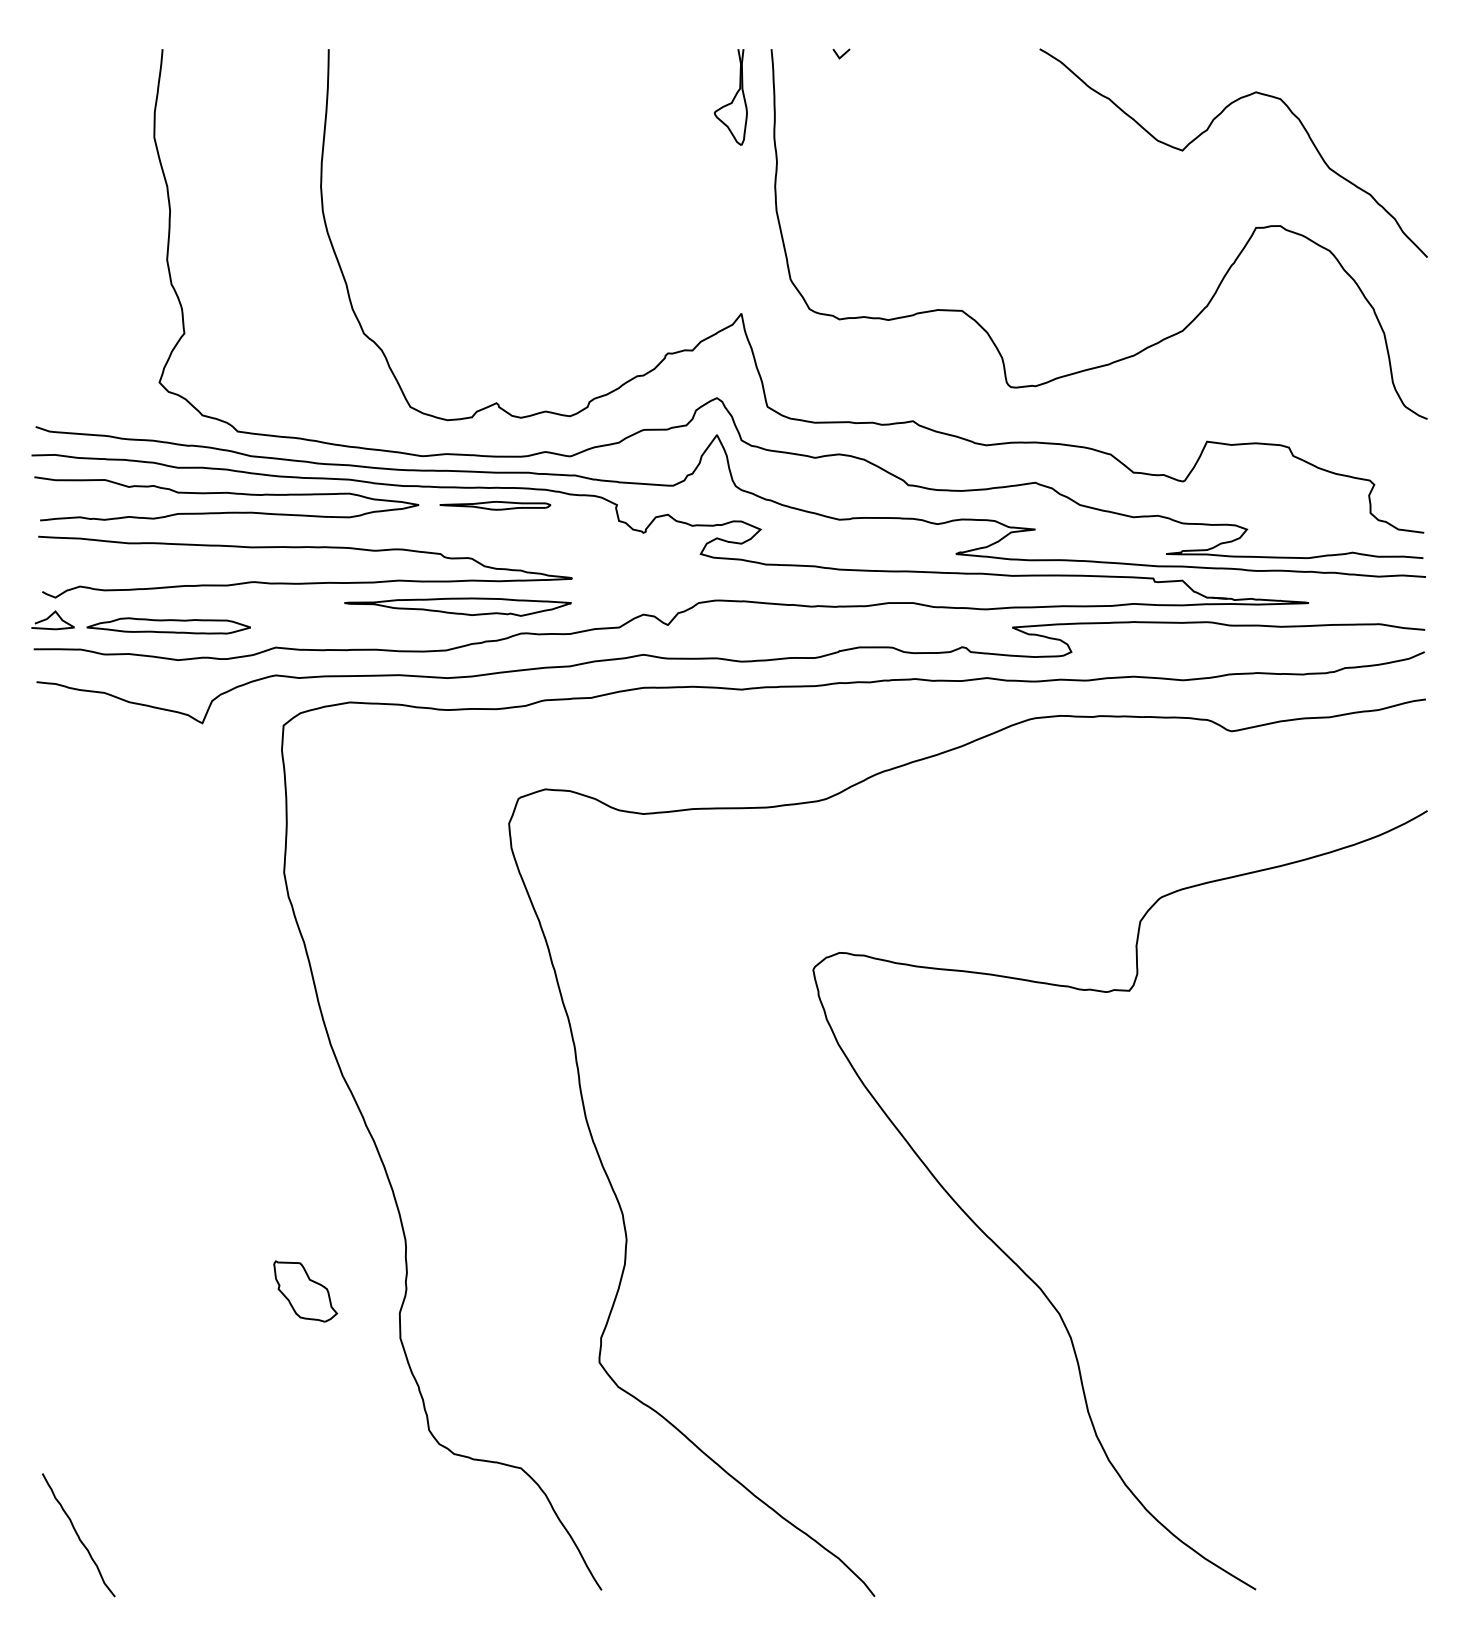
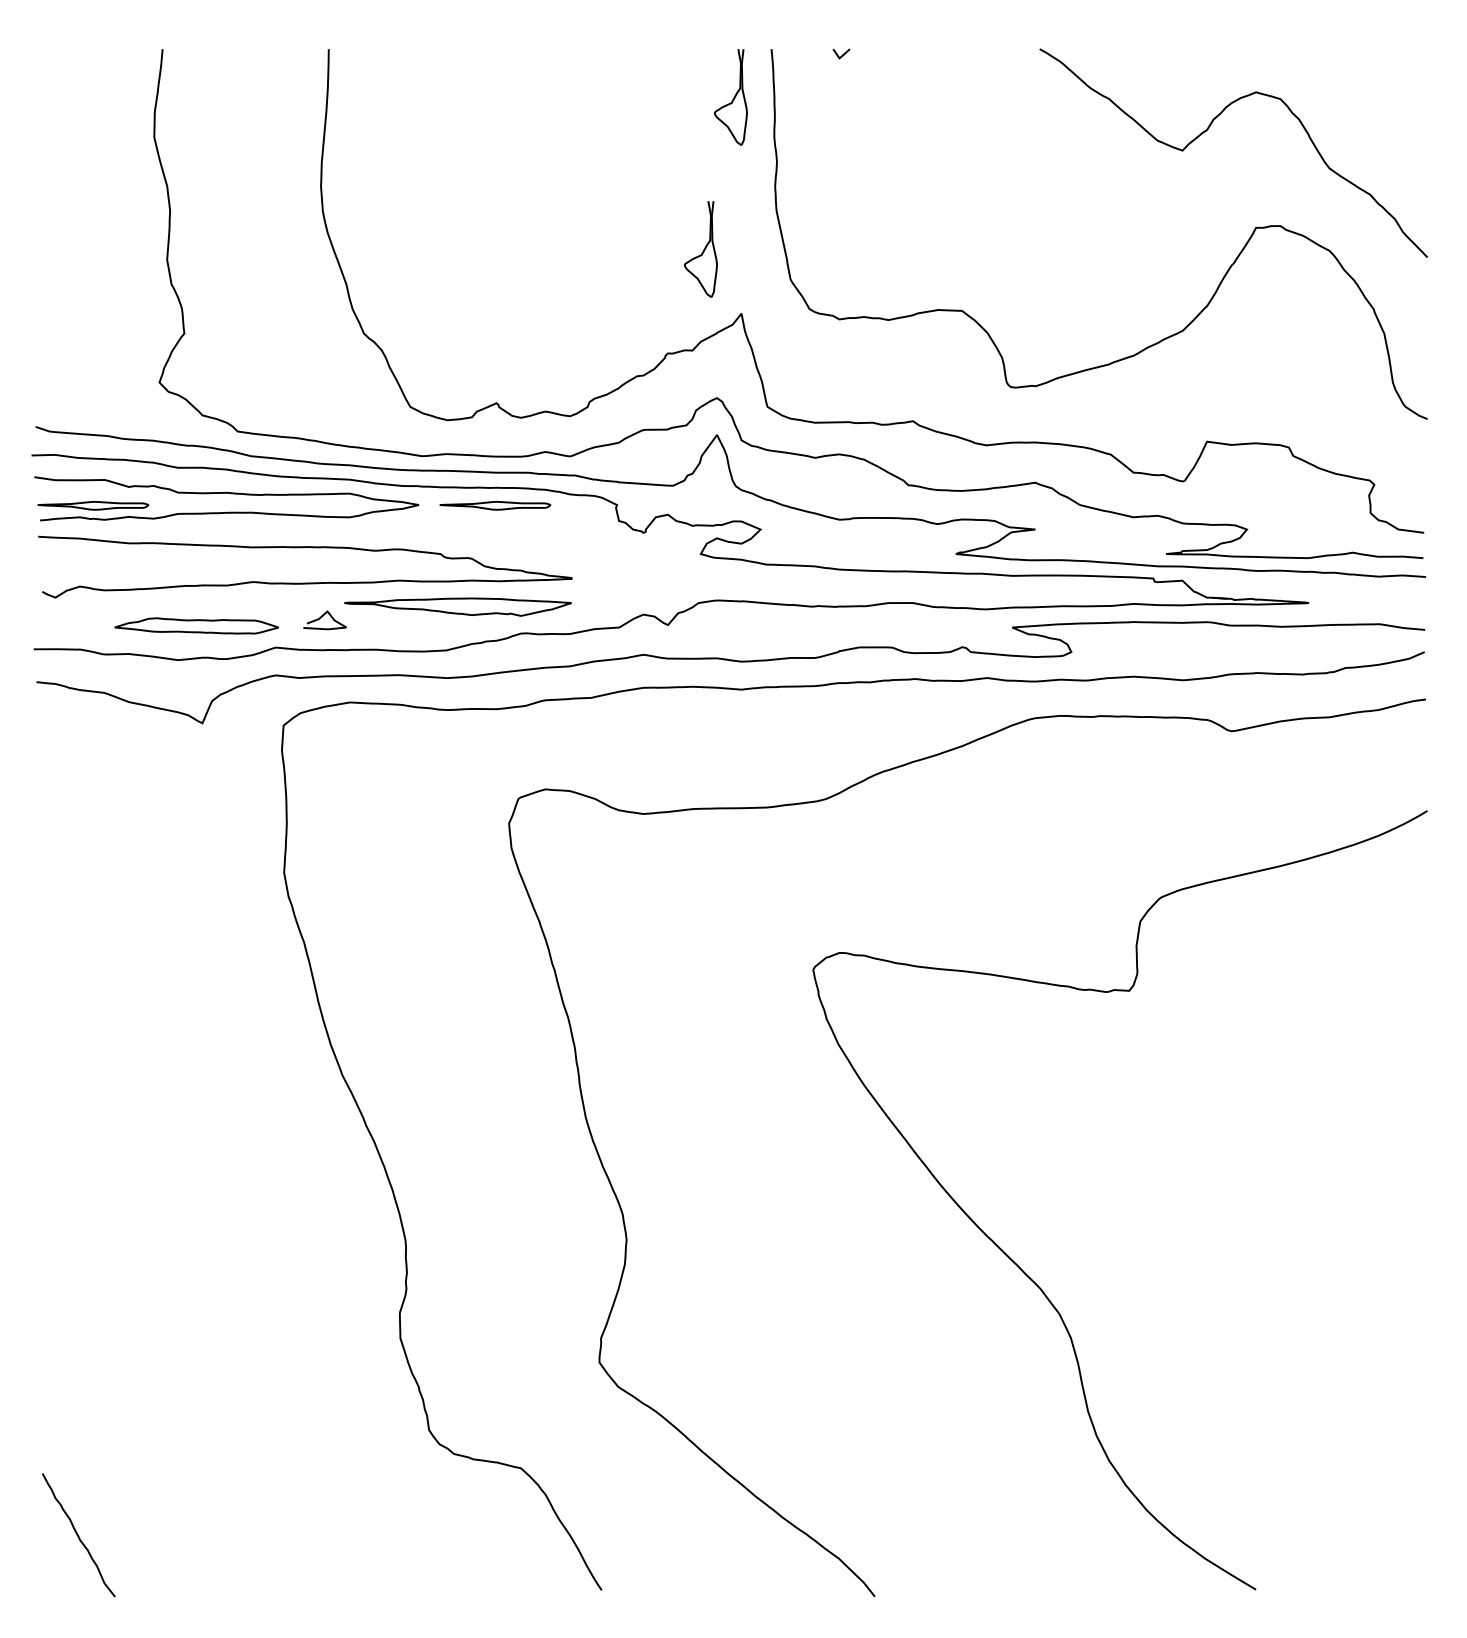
part at (700, 249): none -> present
part at (93, 505): none -> present
curve at (50, 617) position: (50, 617) -> (322, 617)
part at (168, 625) position: (168, 625) -> (196, 625)
part at (305, 1291): present -> none
